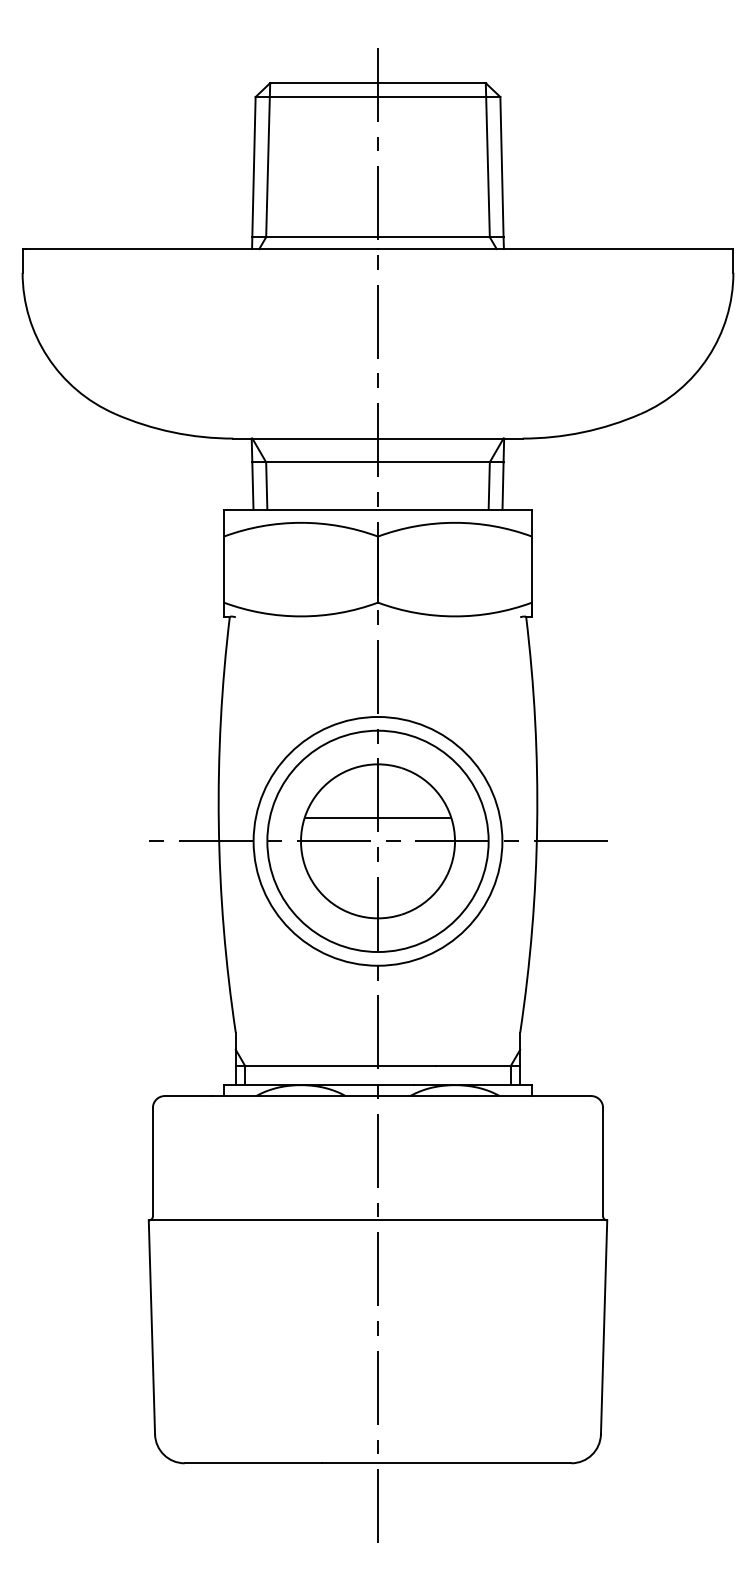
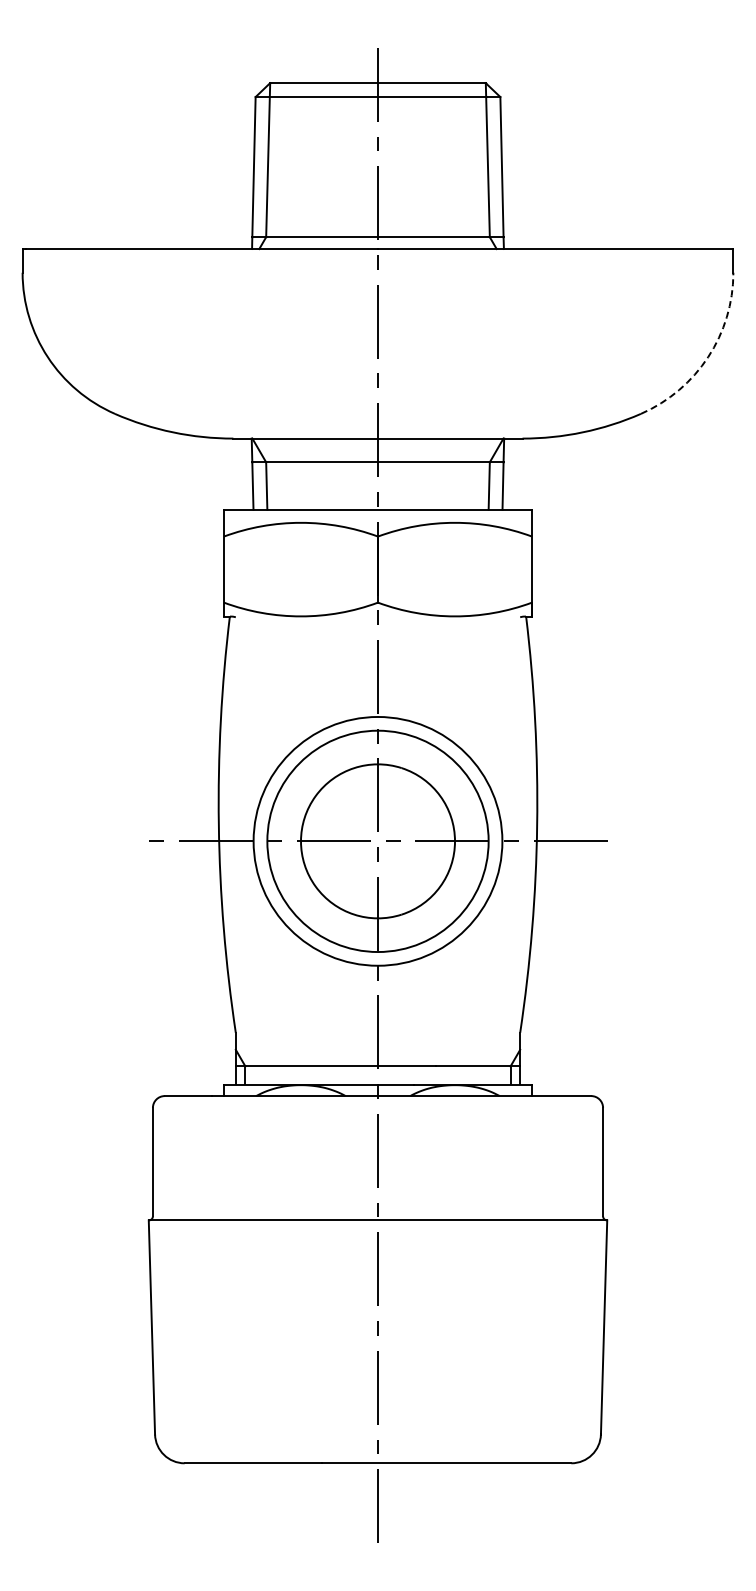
arc at (708, 357): solid -> dashed
line at (377, 817): present -> none
